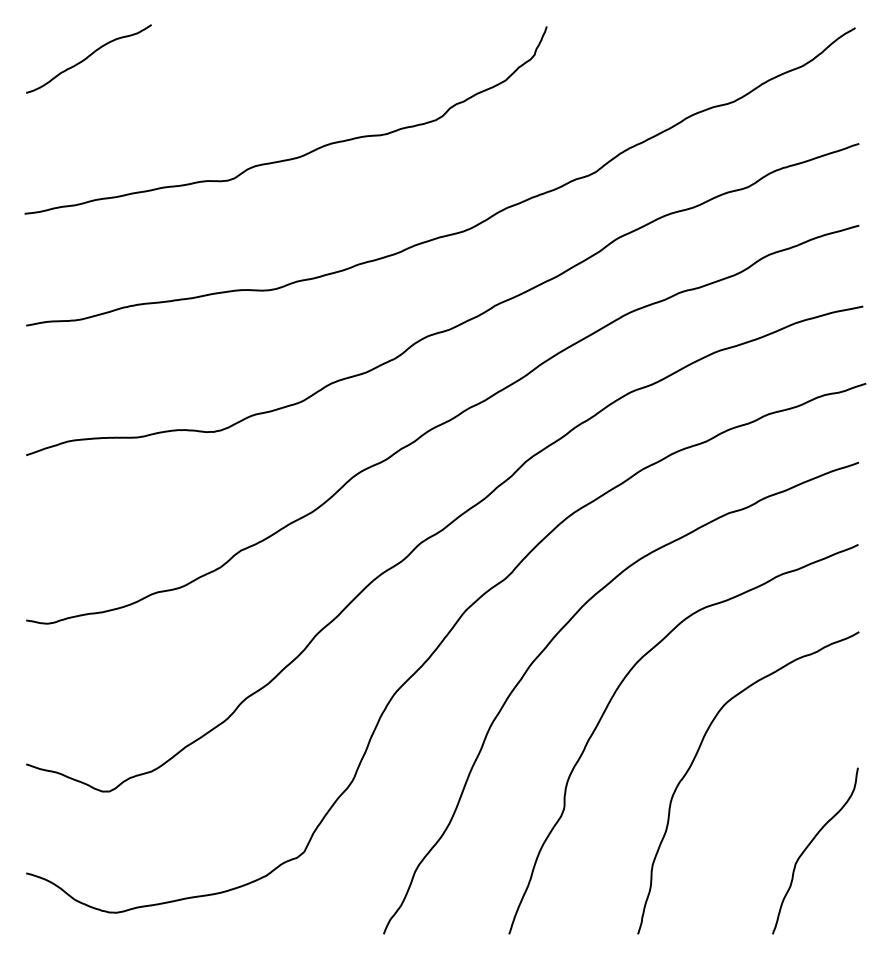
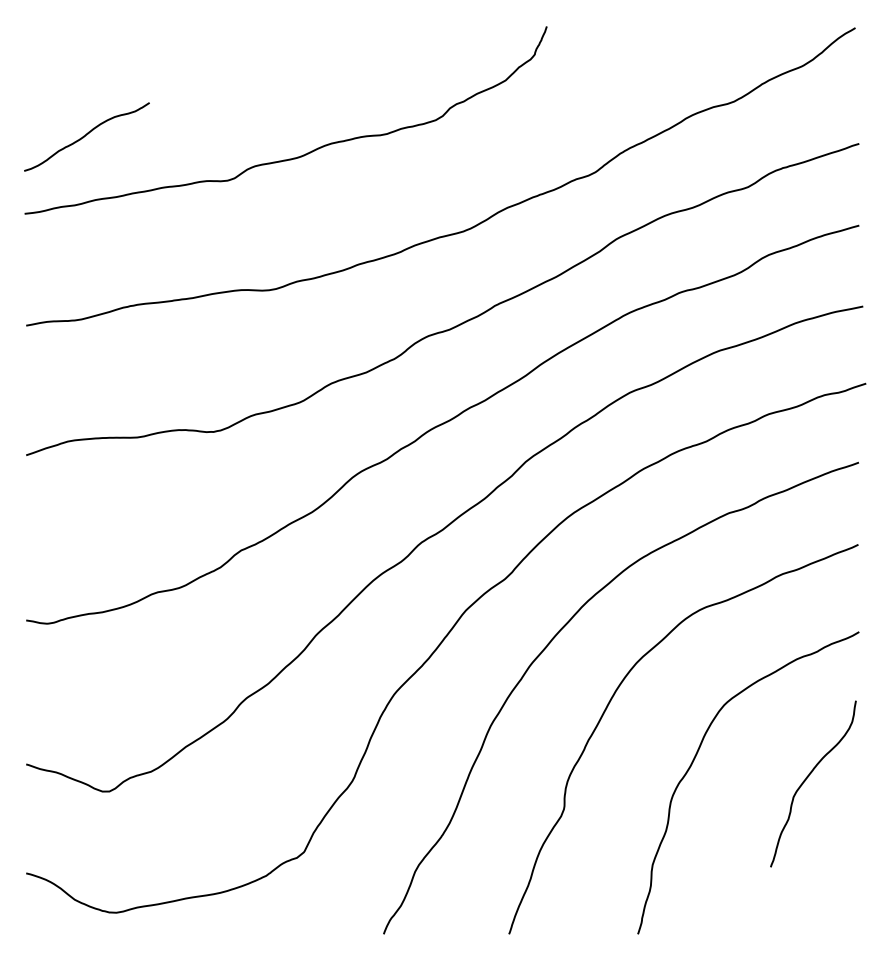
curve at (88, 57) position: (88, 57) -> (86, 135)
curve at (808, 847) position: (808, 847) -> (806, 780)
